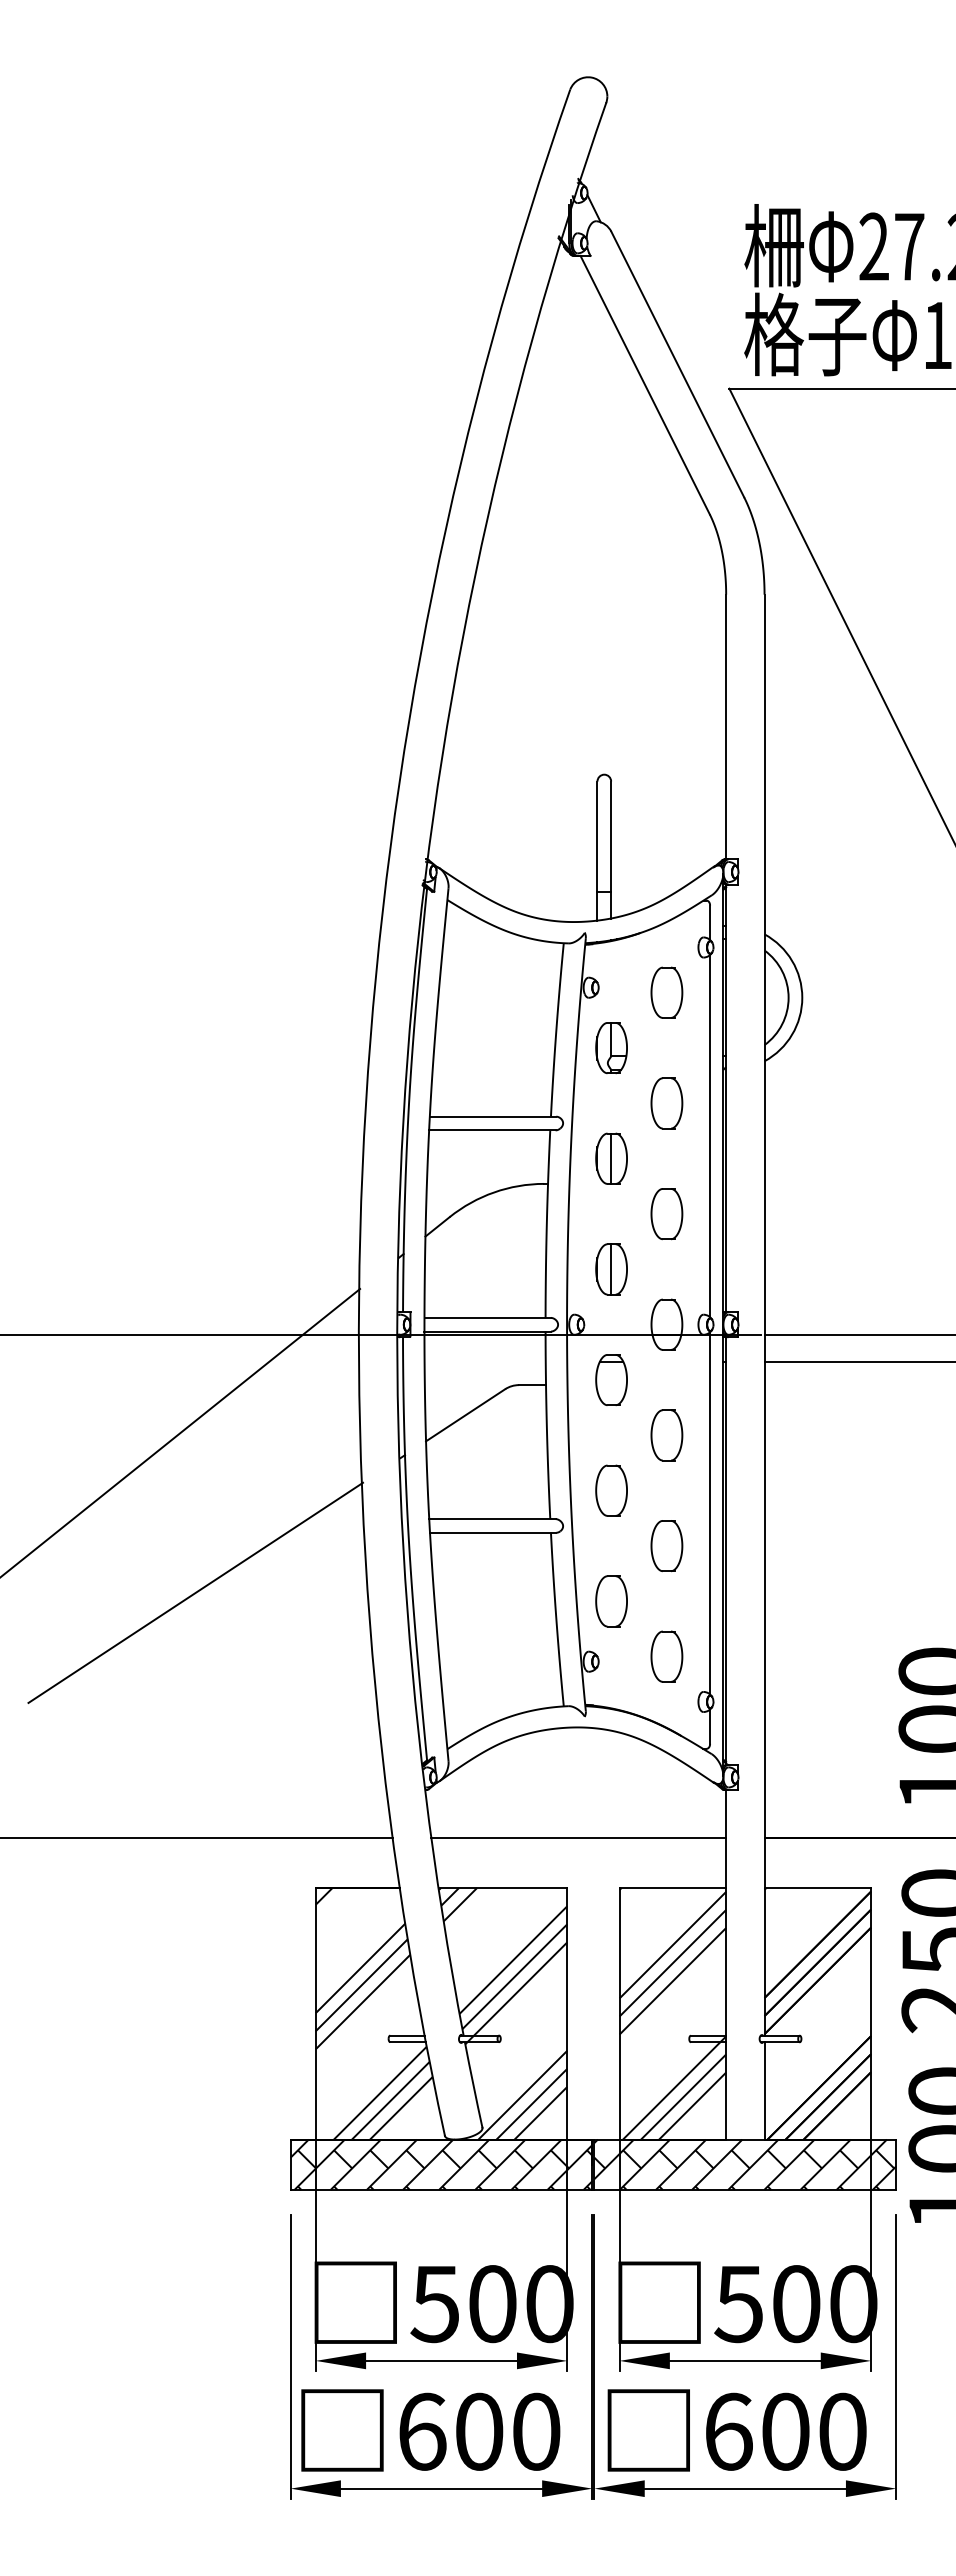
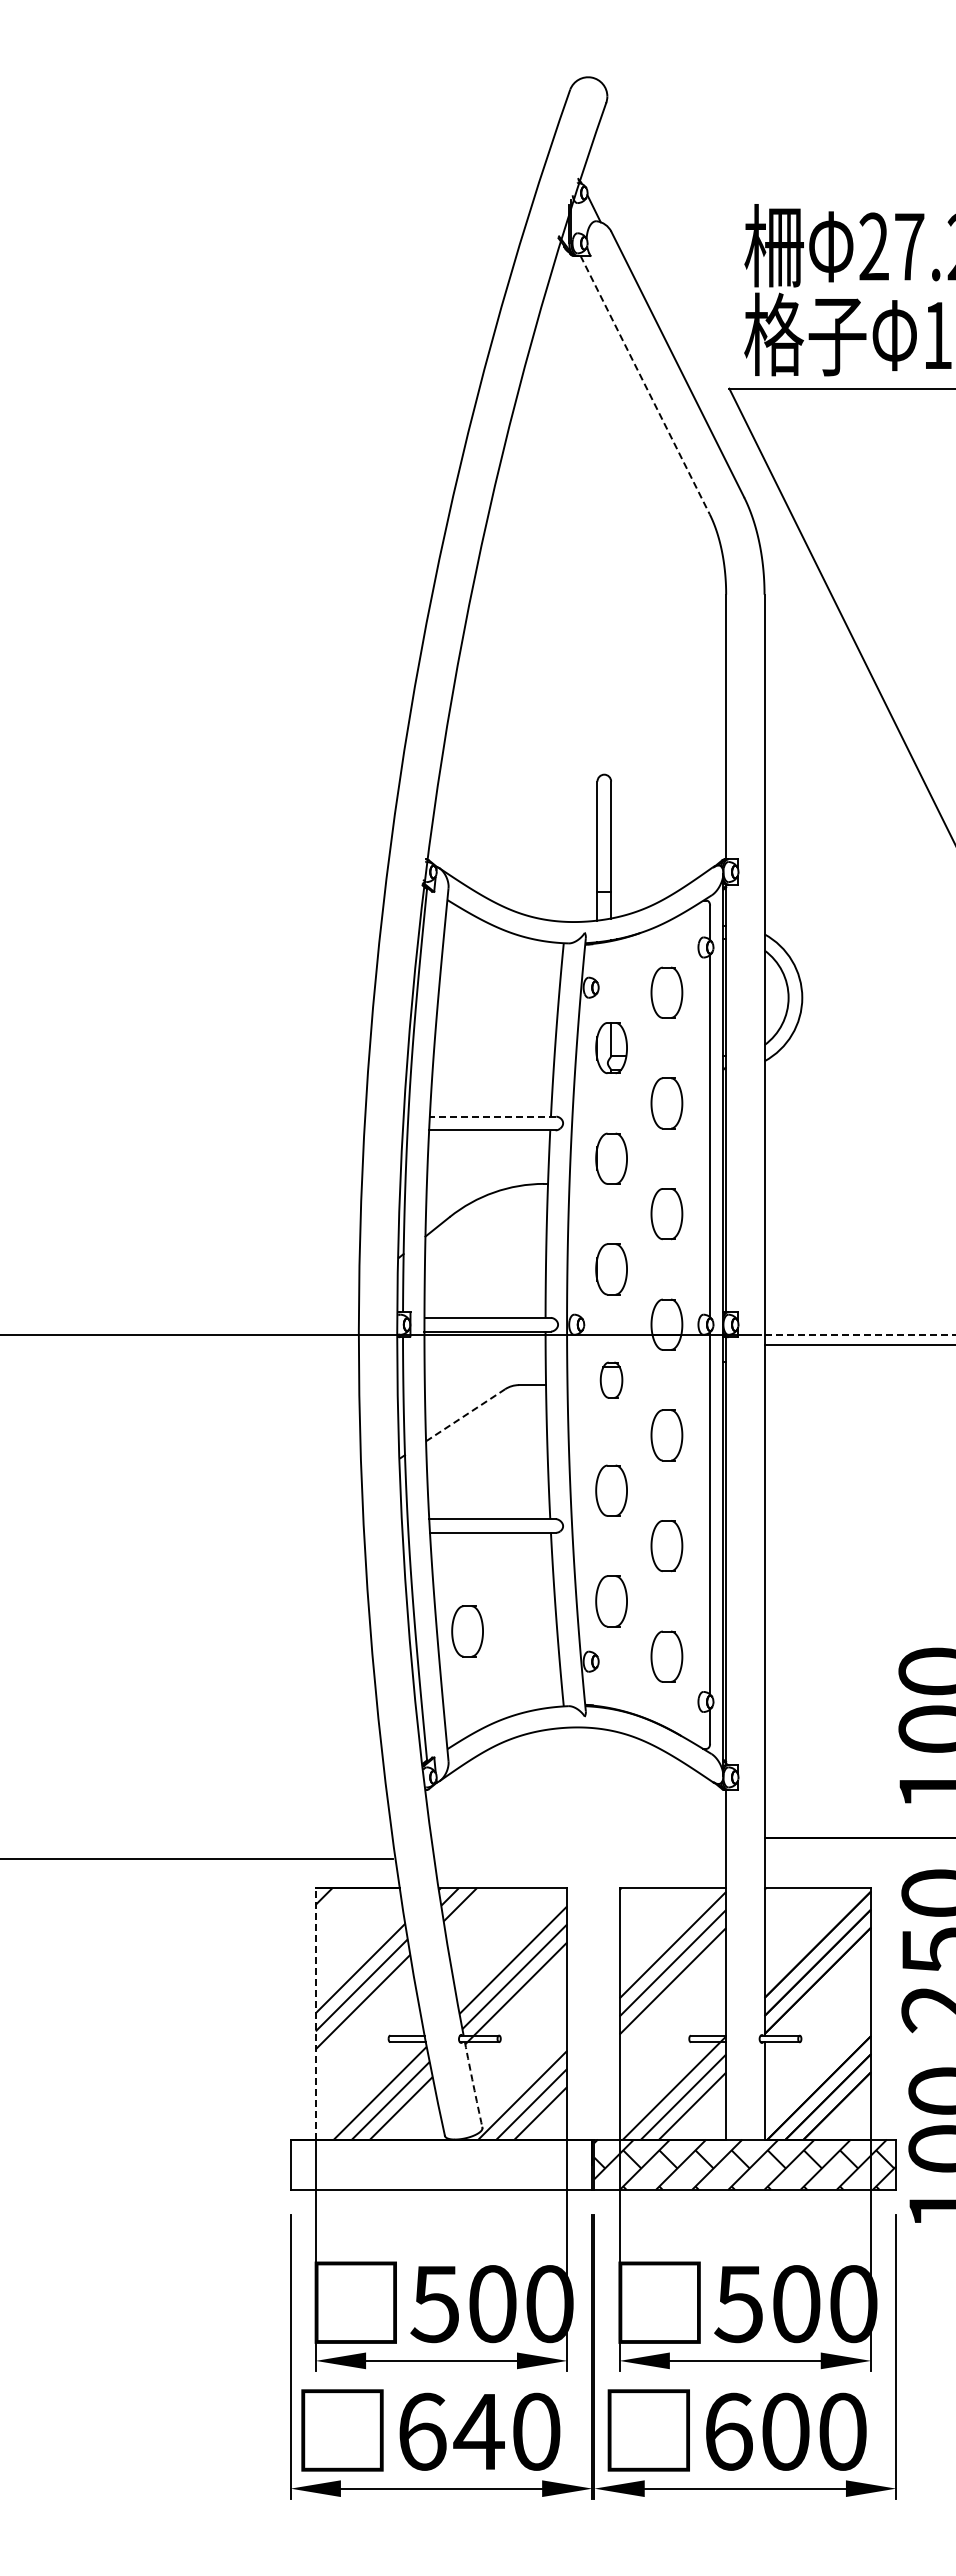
line at (645, 385): solid -> dashed
line at (492, 1116): solid -> dashed
line at (611, 1158): present -> none
line at (611, 1269): present -> none
line at (860, 1334): solid -> dashed
line at (858, 1361) position: (858, 1361) -> (858, 1344)
part at (611, 1380) size: 33x53 px -> 25x38 px
line at (466, 1415): solid -> dashed
line at (181, 1432): present -> none
line at (195, 1592): present -> none
part at (467, 1631): none -> present
line at (197, 1837) position: (197, 1837) -> (197, 1858)
line at (578, 1837): present -> none
line at (315, 2013): solid -> dashed
arc at (473, 2085): solid -> dashed
hatch at (441, 2164): present -> none
text at (478, 2431): 600 -> 640
